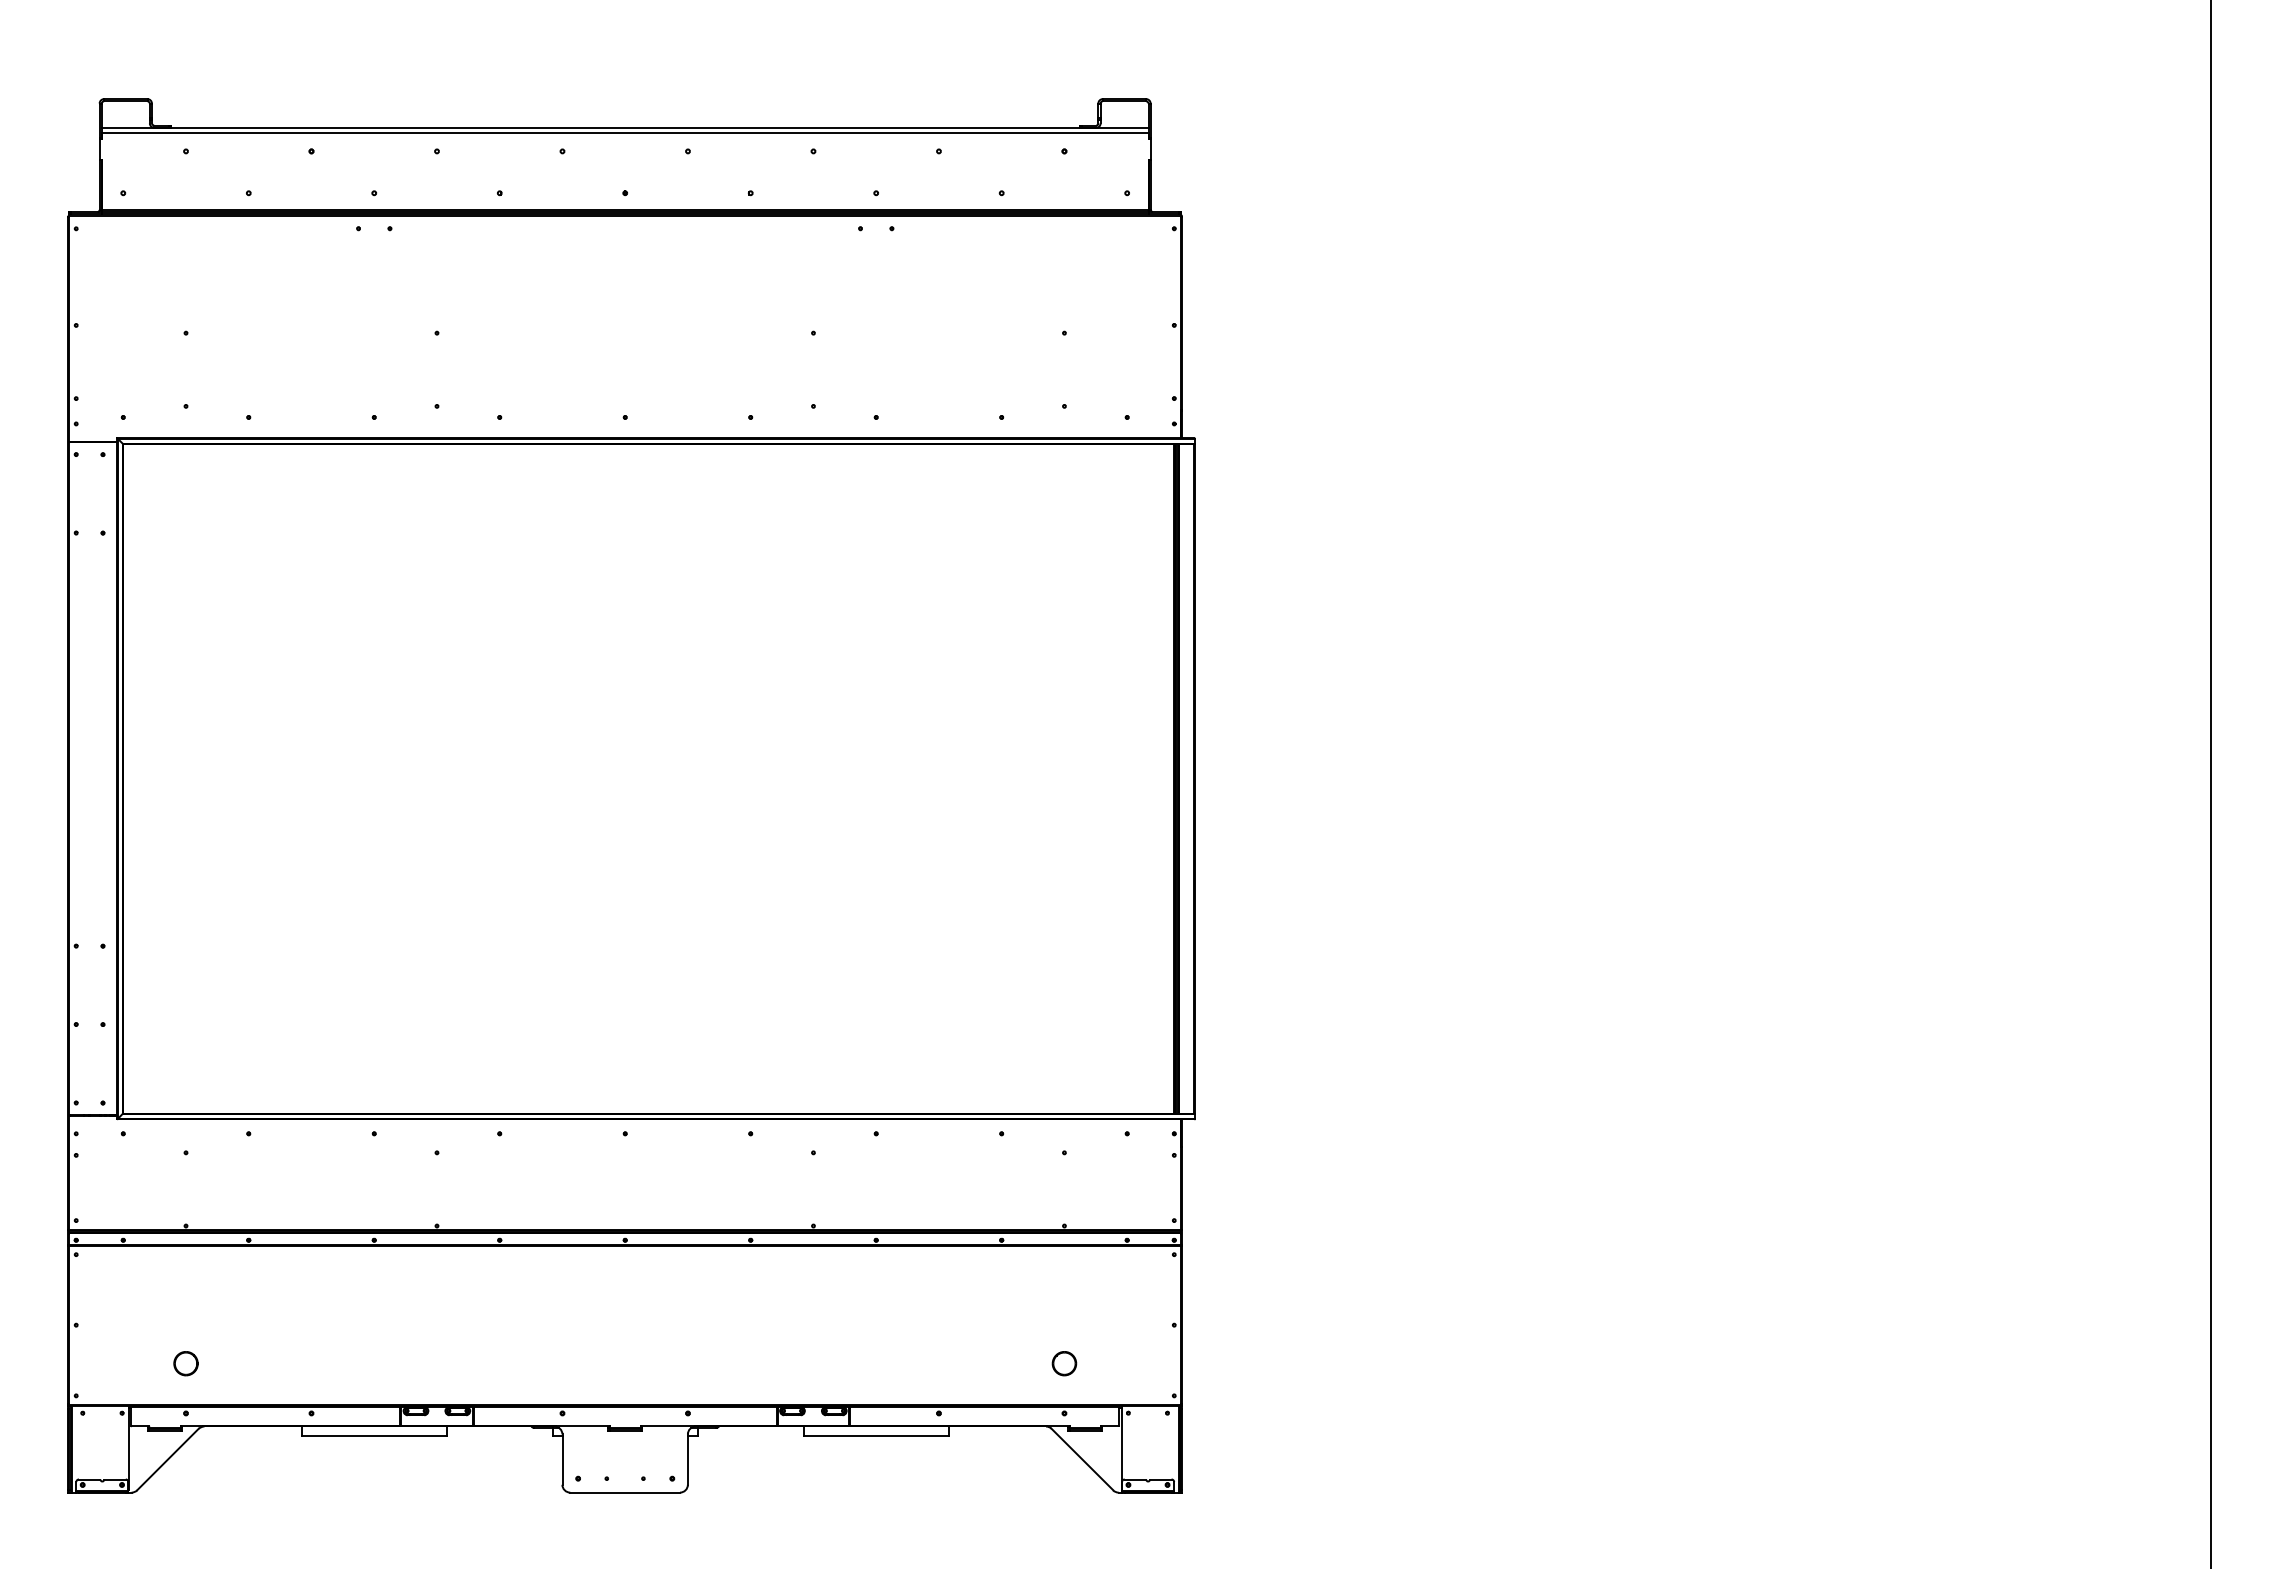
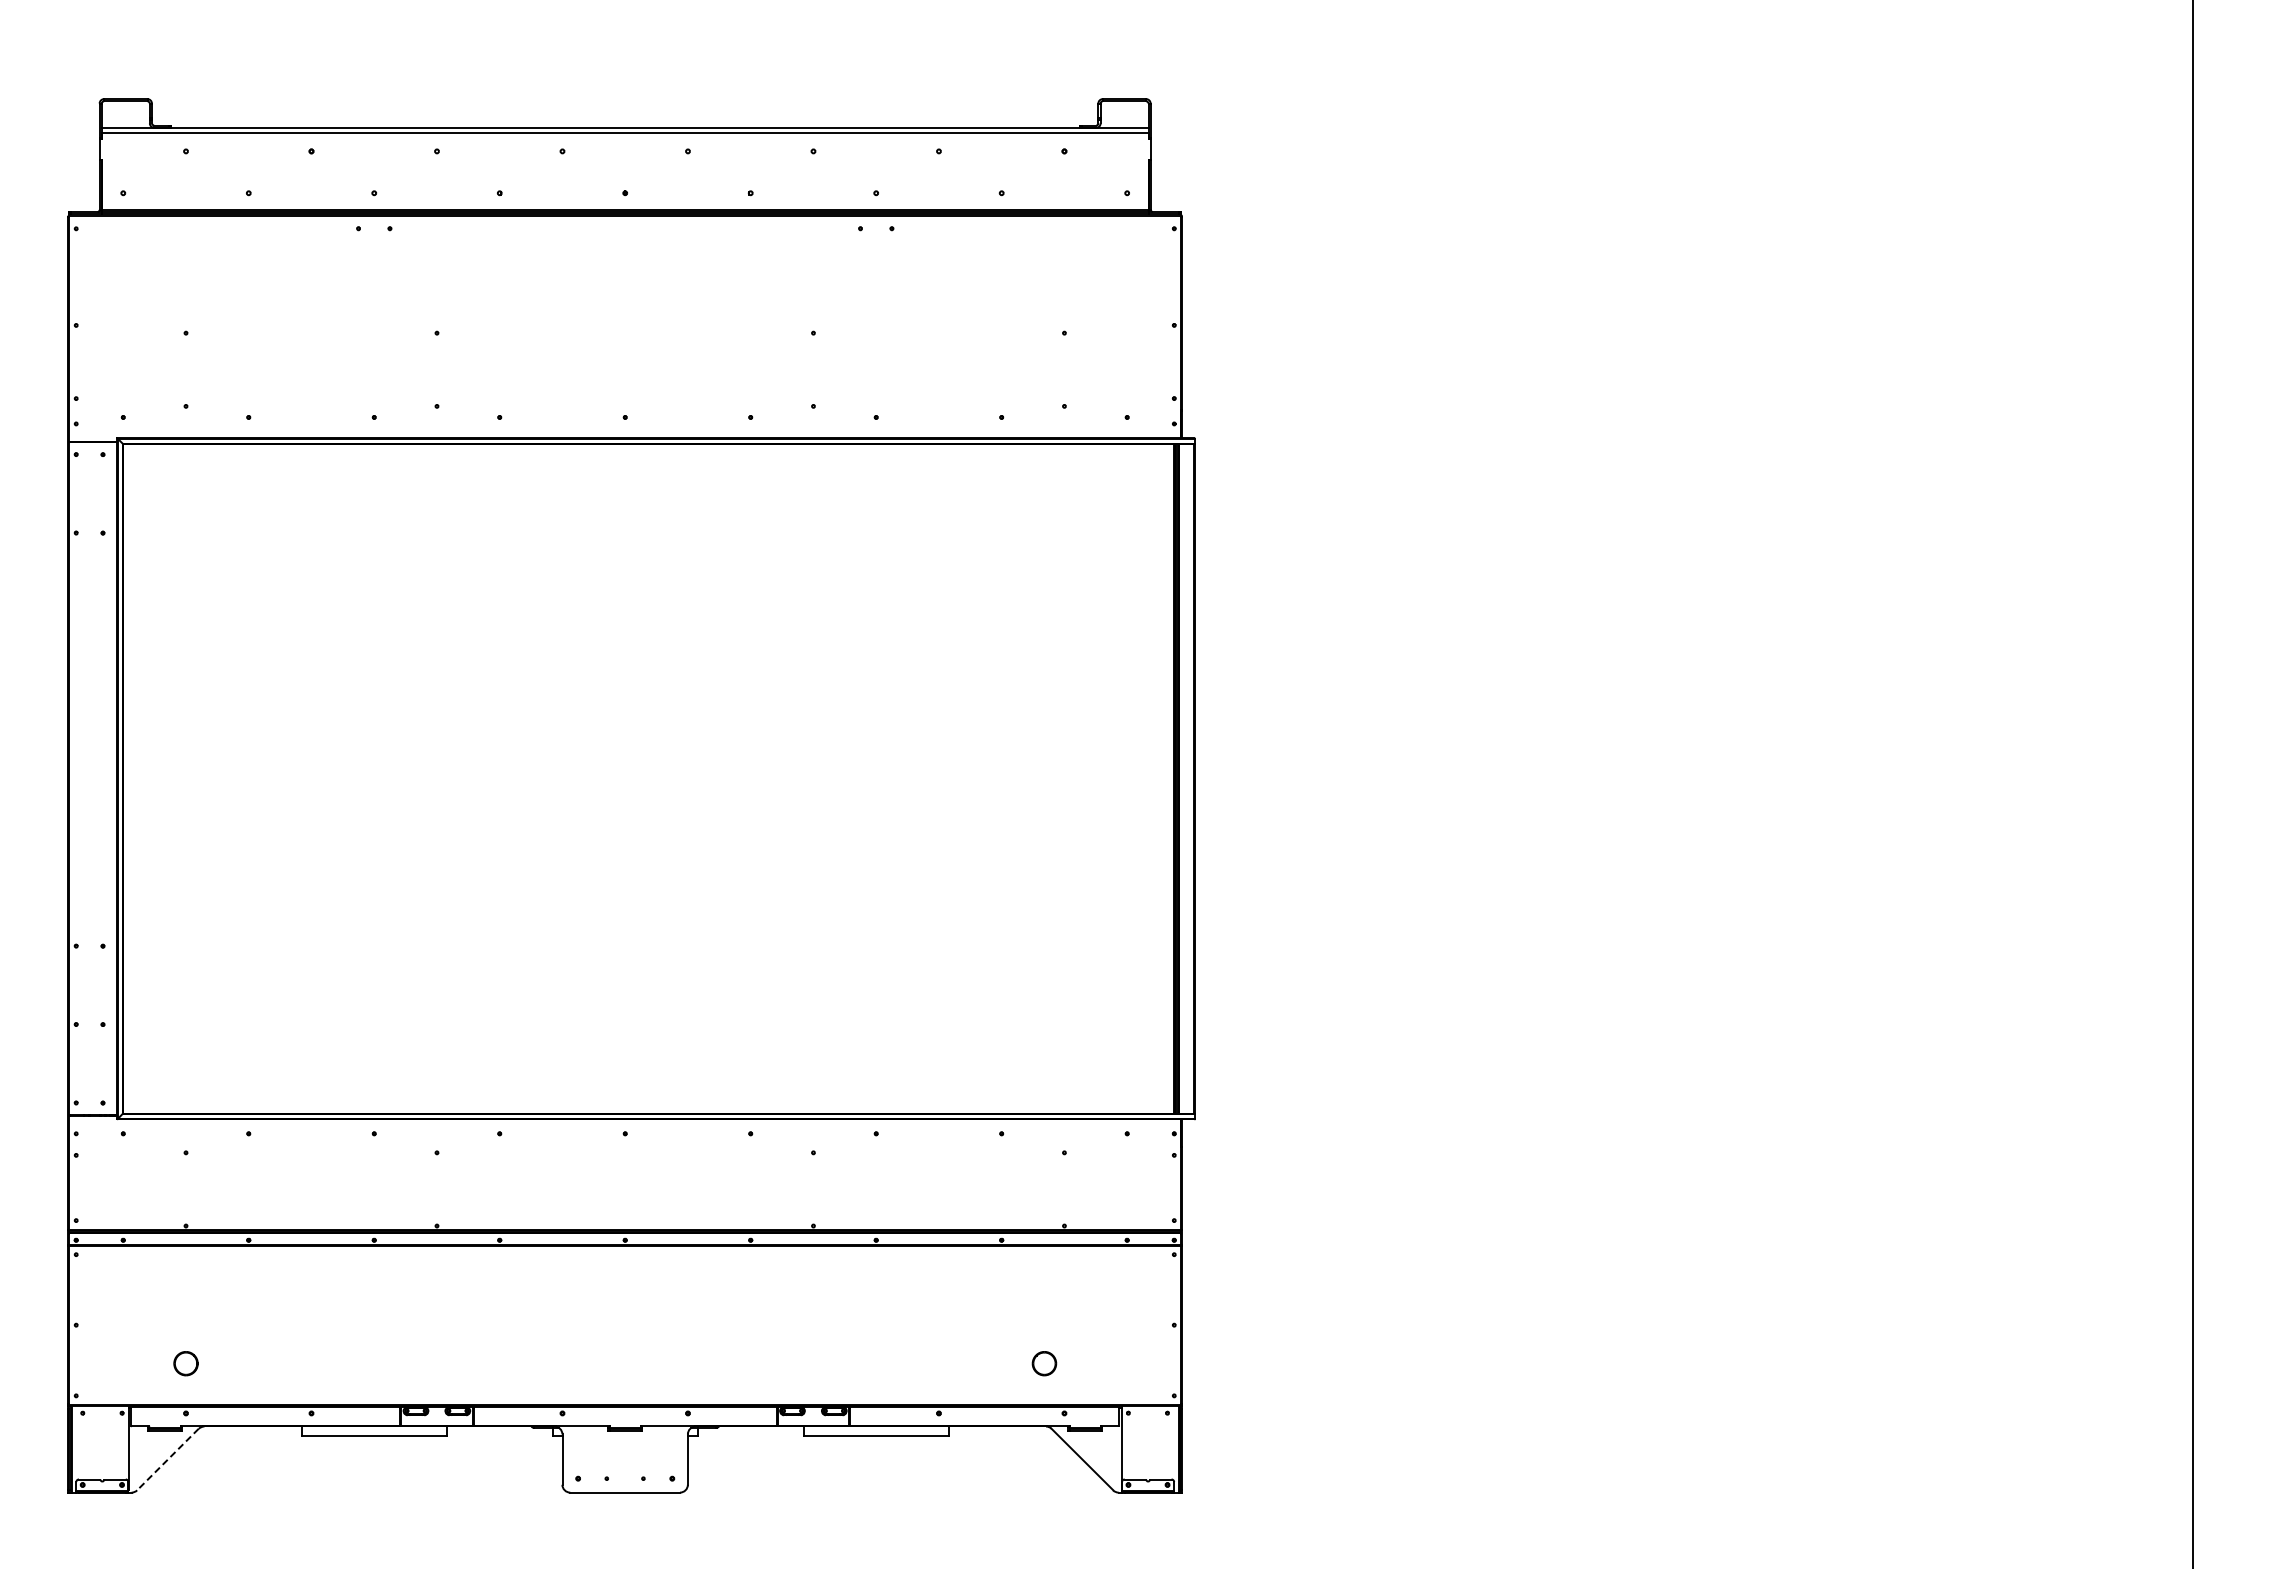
line at (2210, 783) position: (2210, 783) -> (2192, 783)
part at (1064, 1363) position: (1064, 1363) -> (1044, 1363)
line at (167, 1459): solid -> dashed
